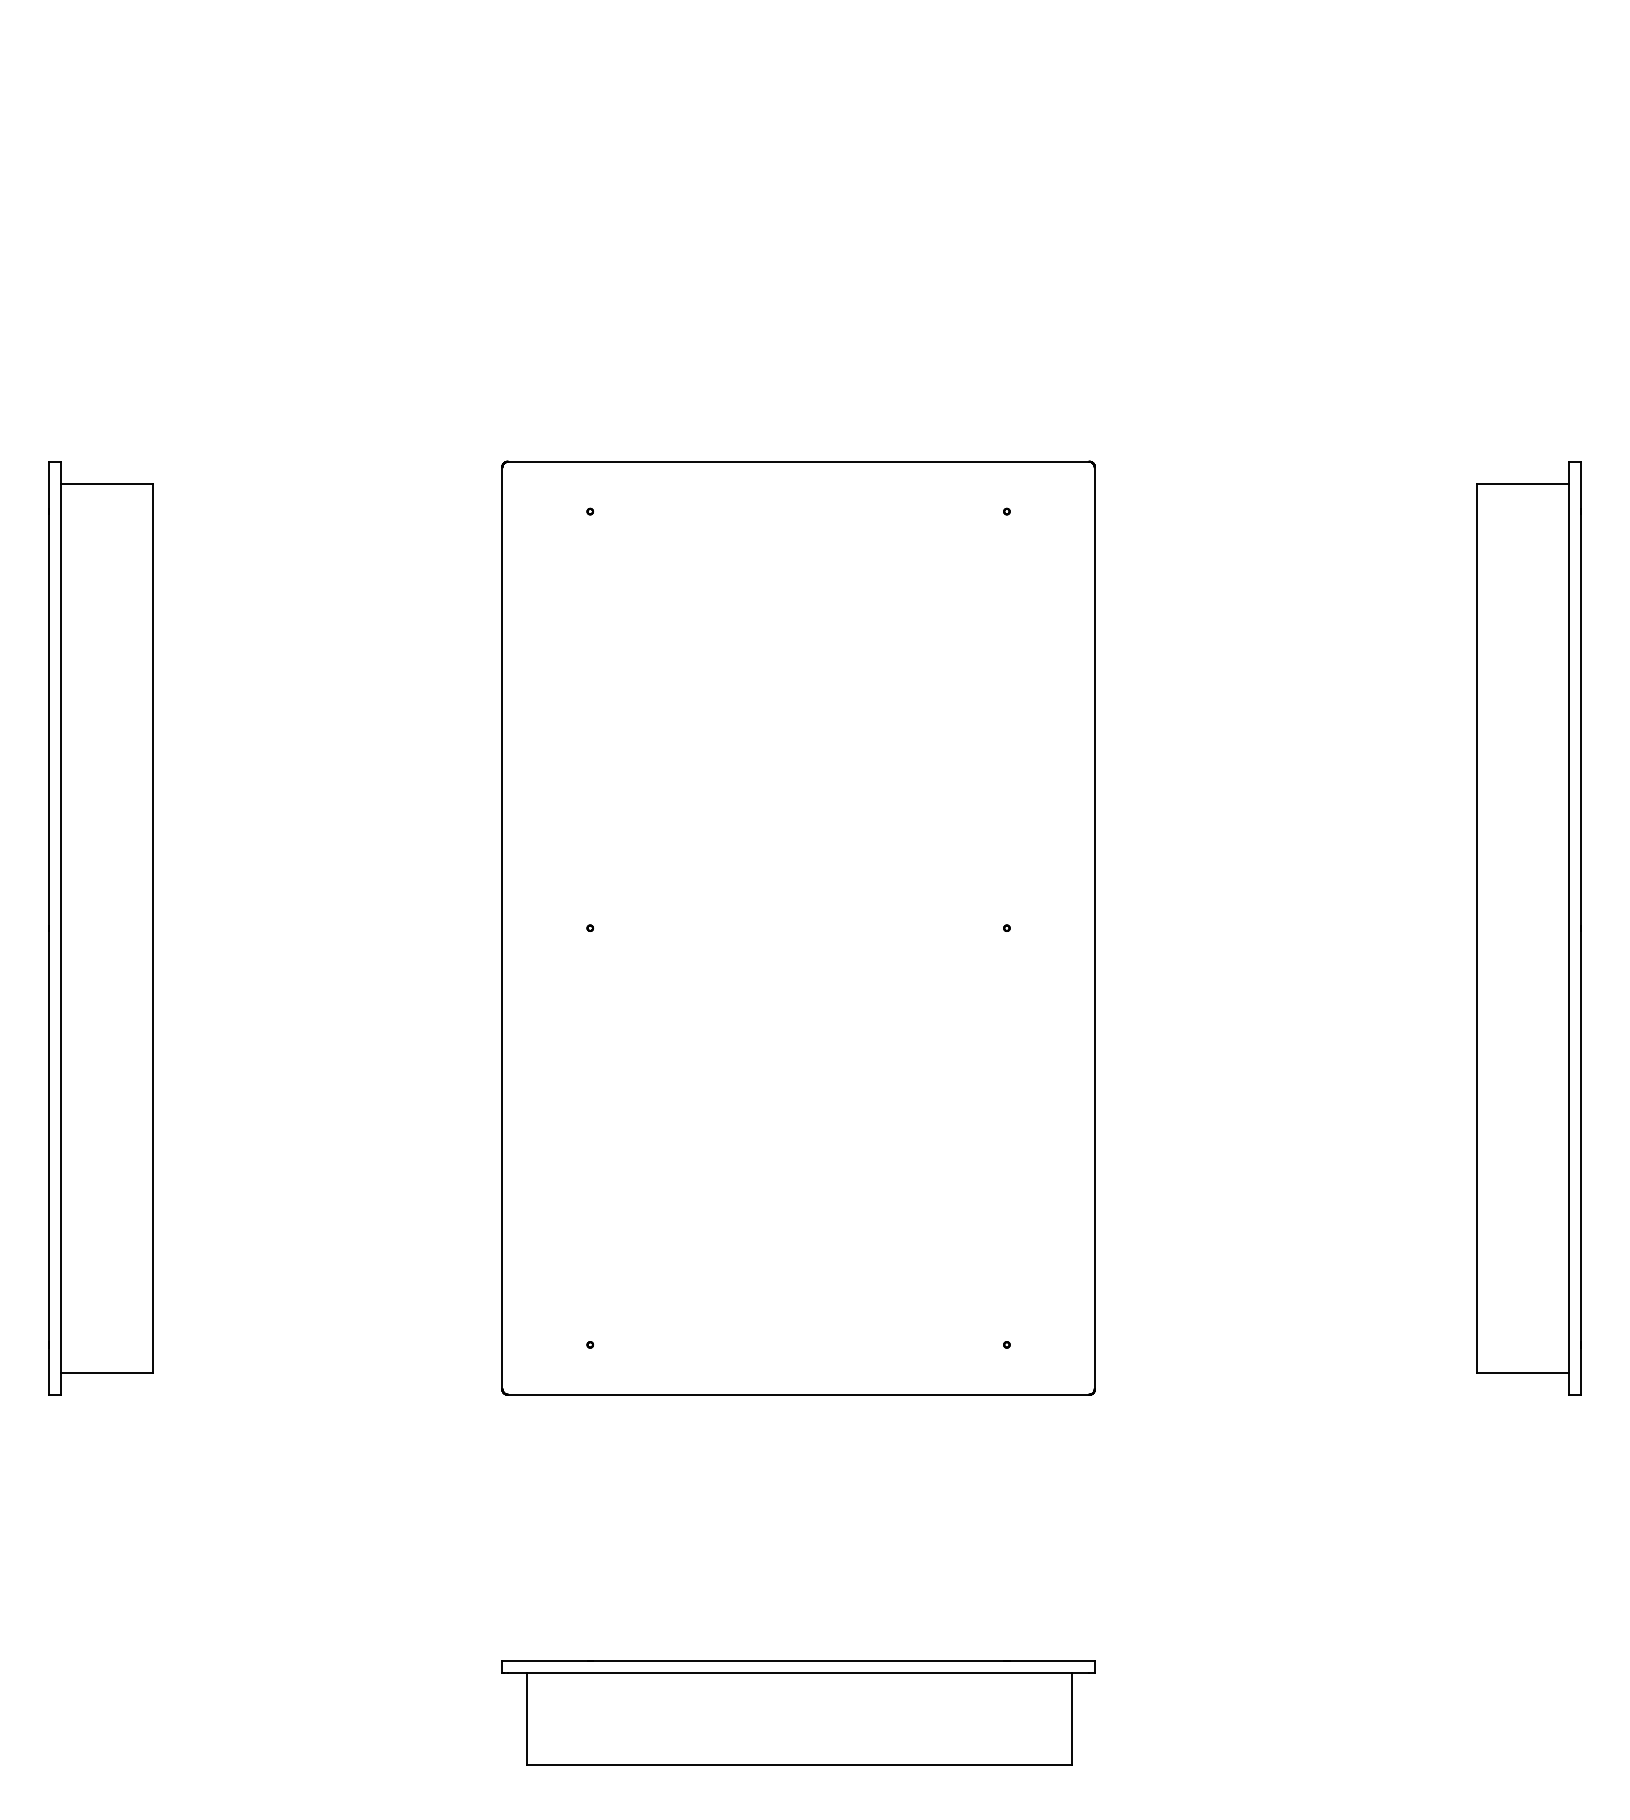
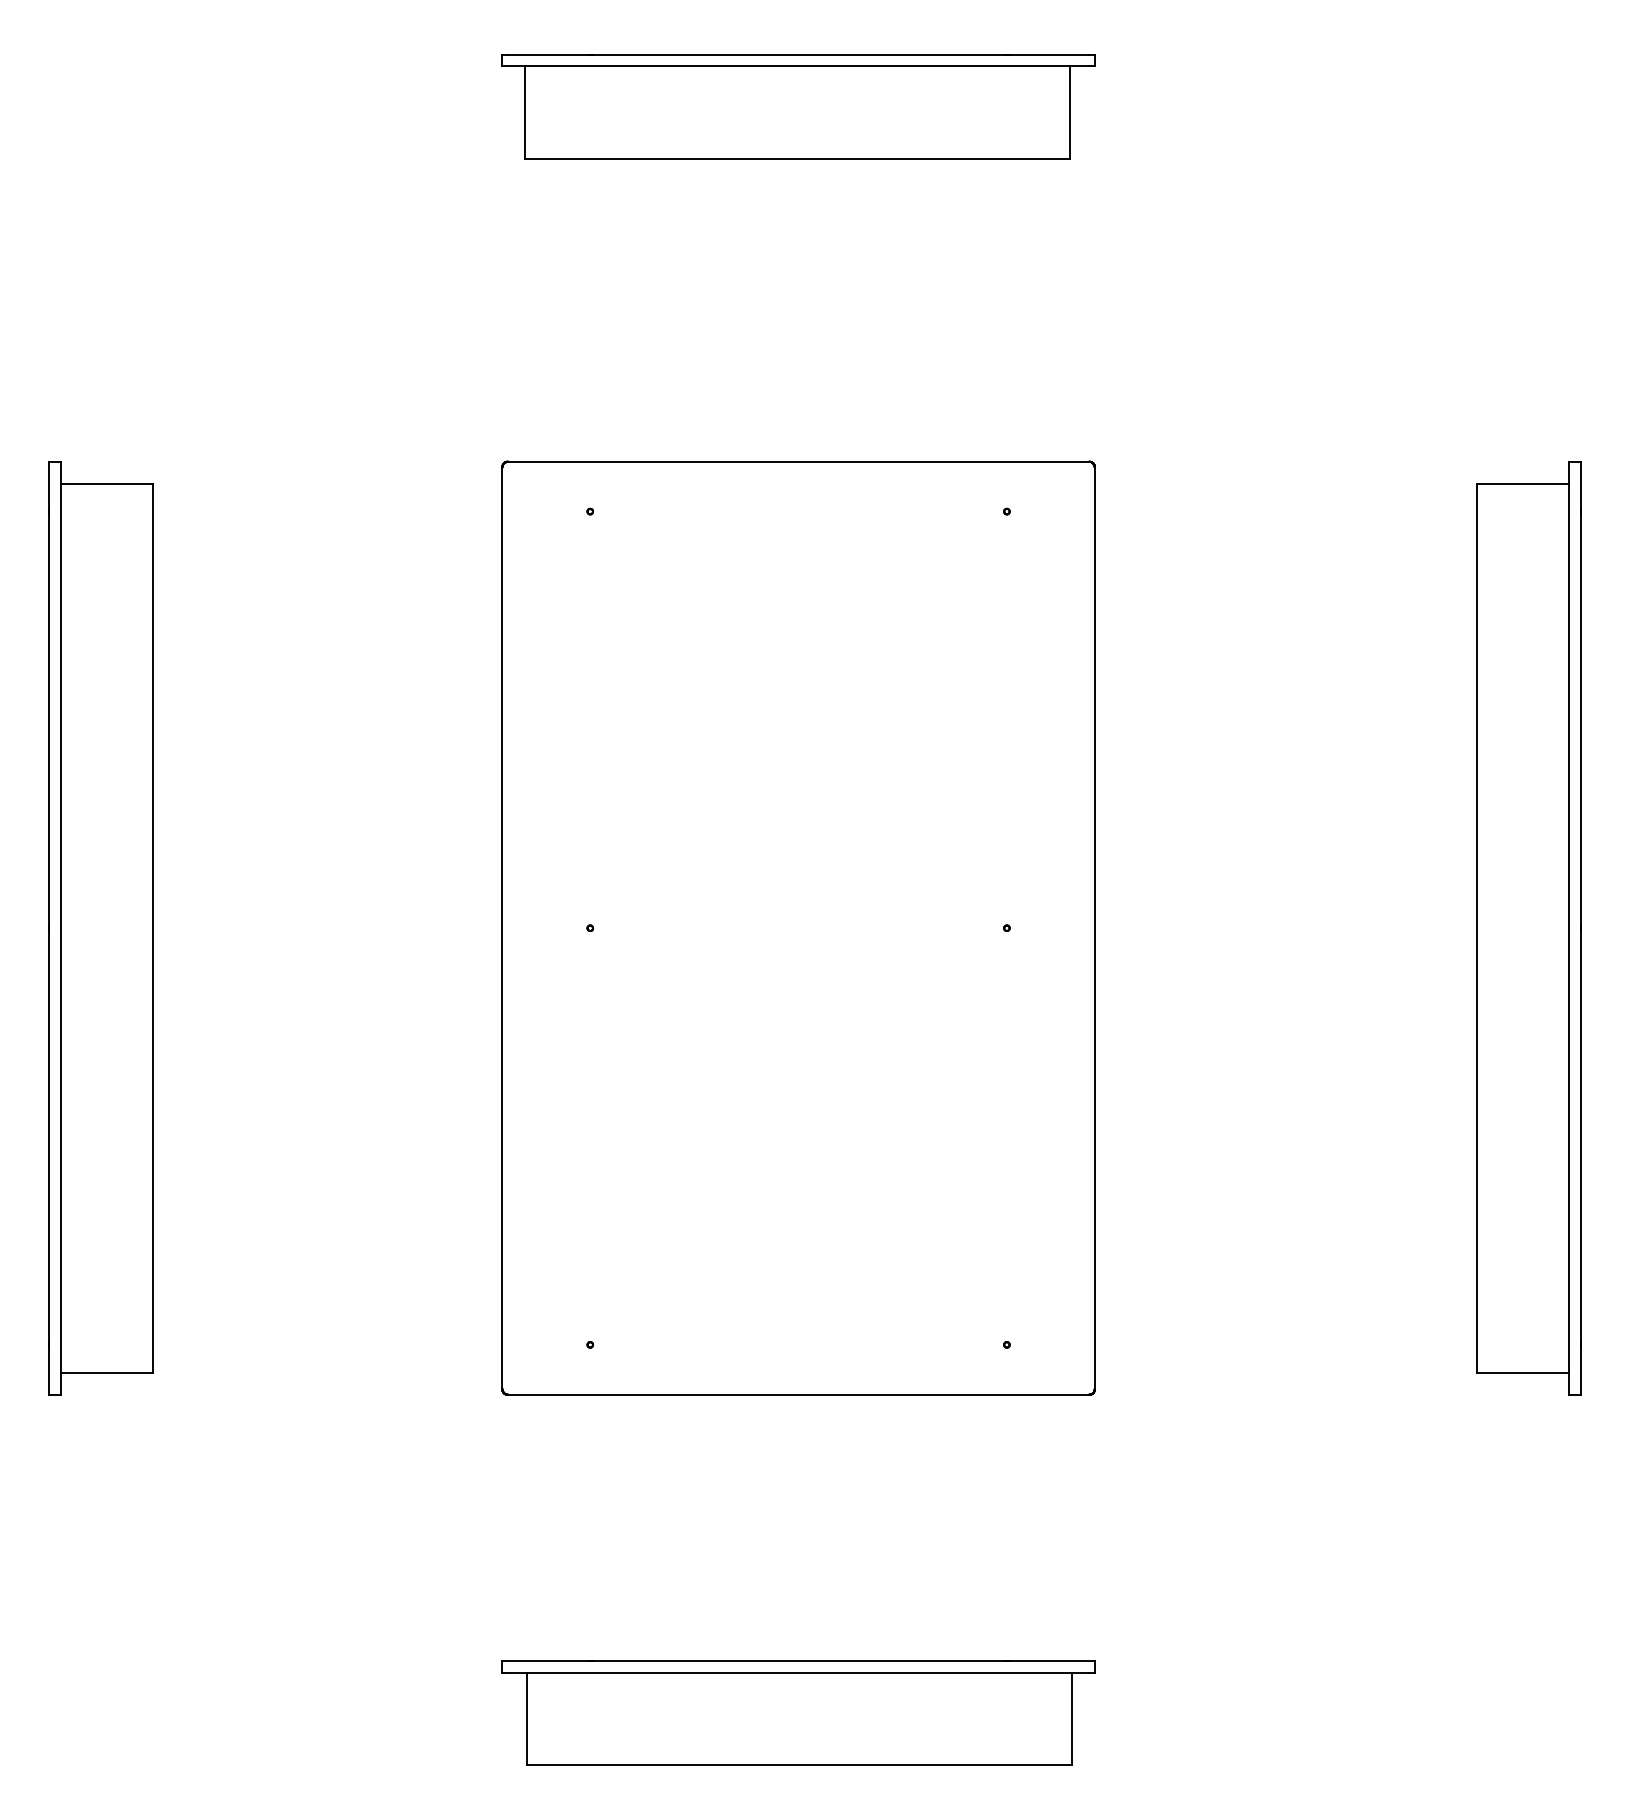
part at (798, 106): none -> present
